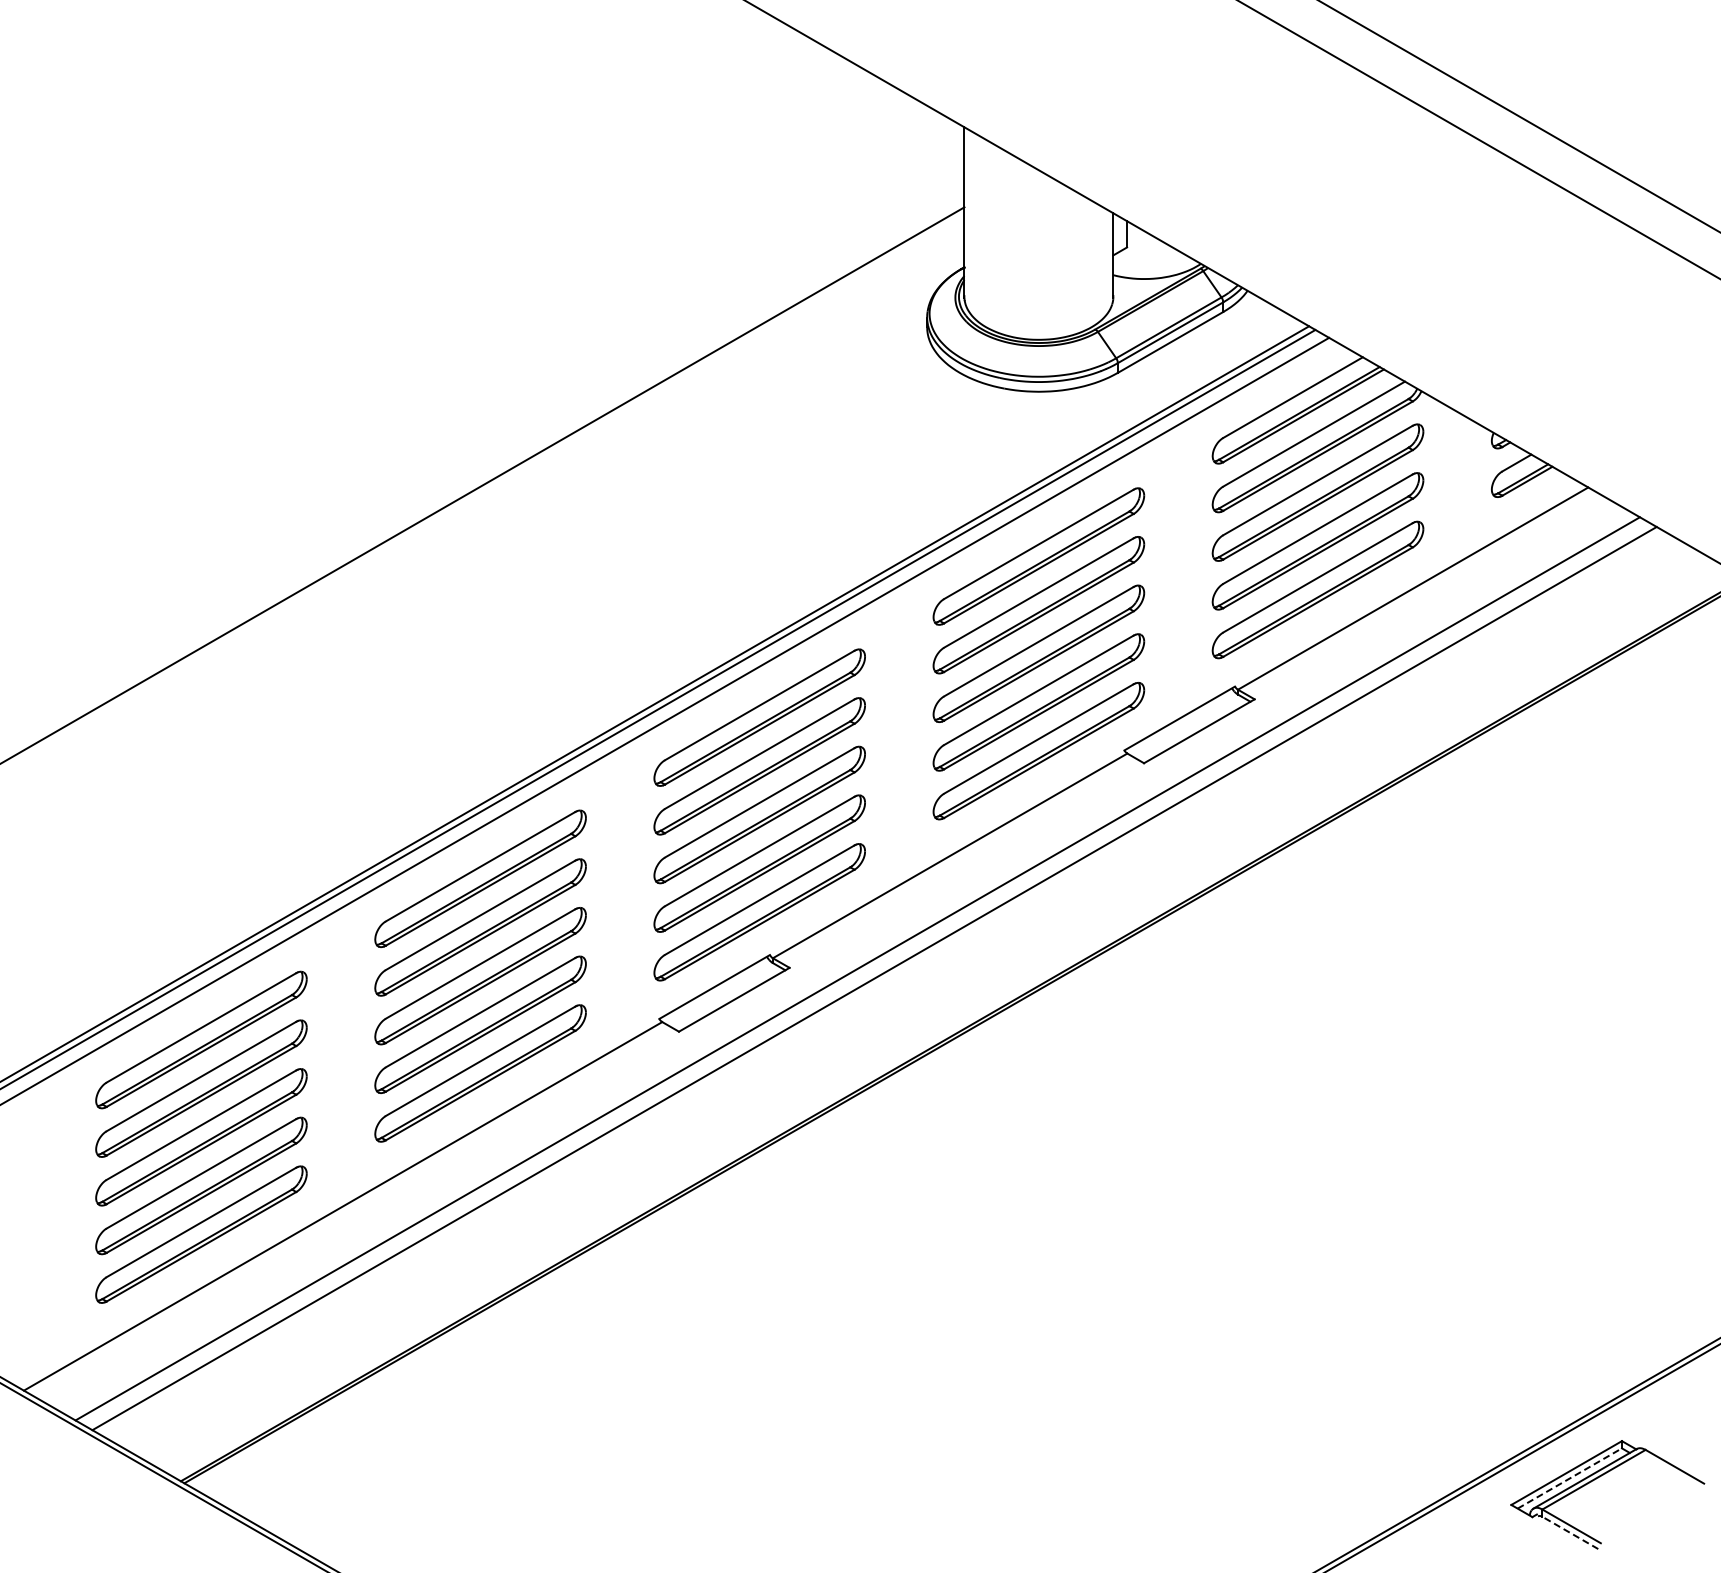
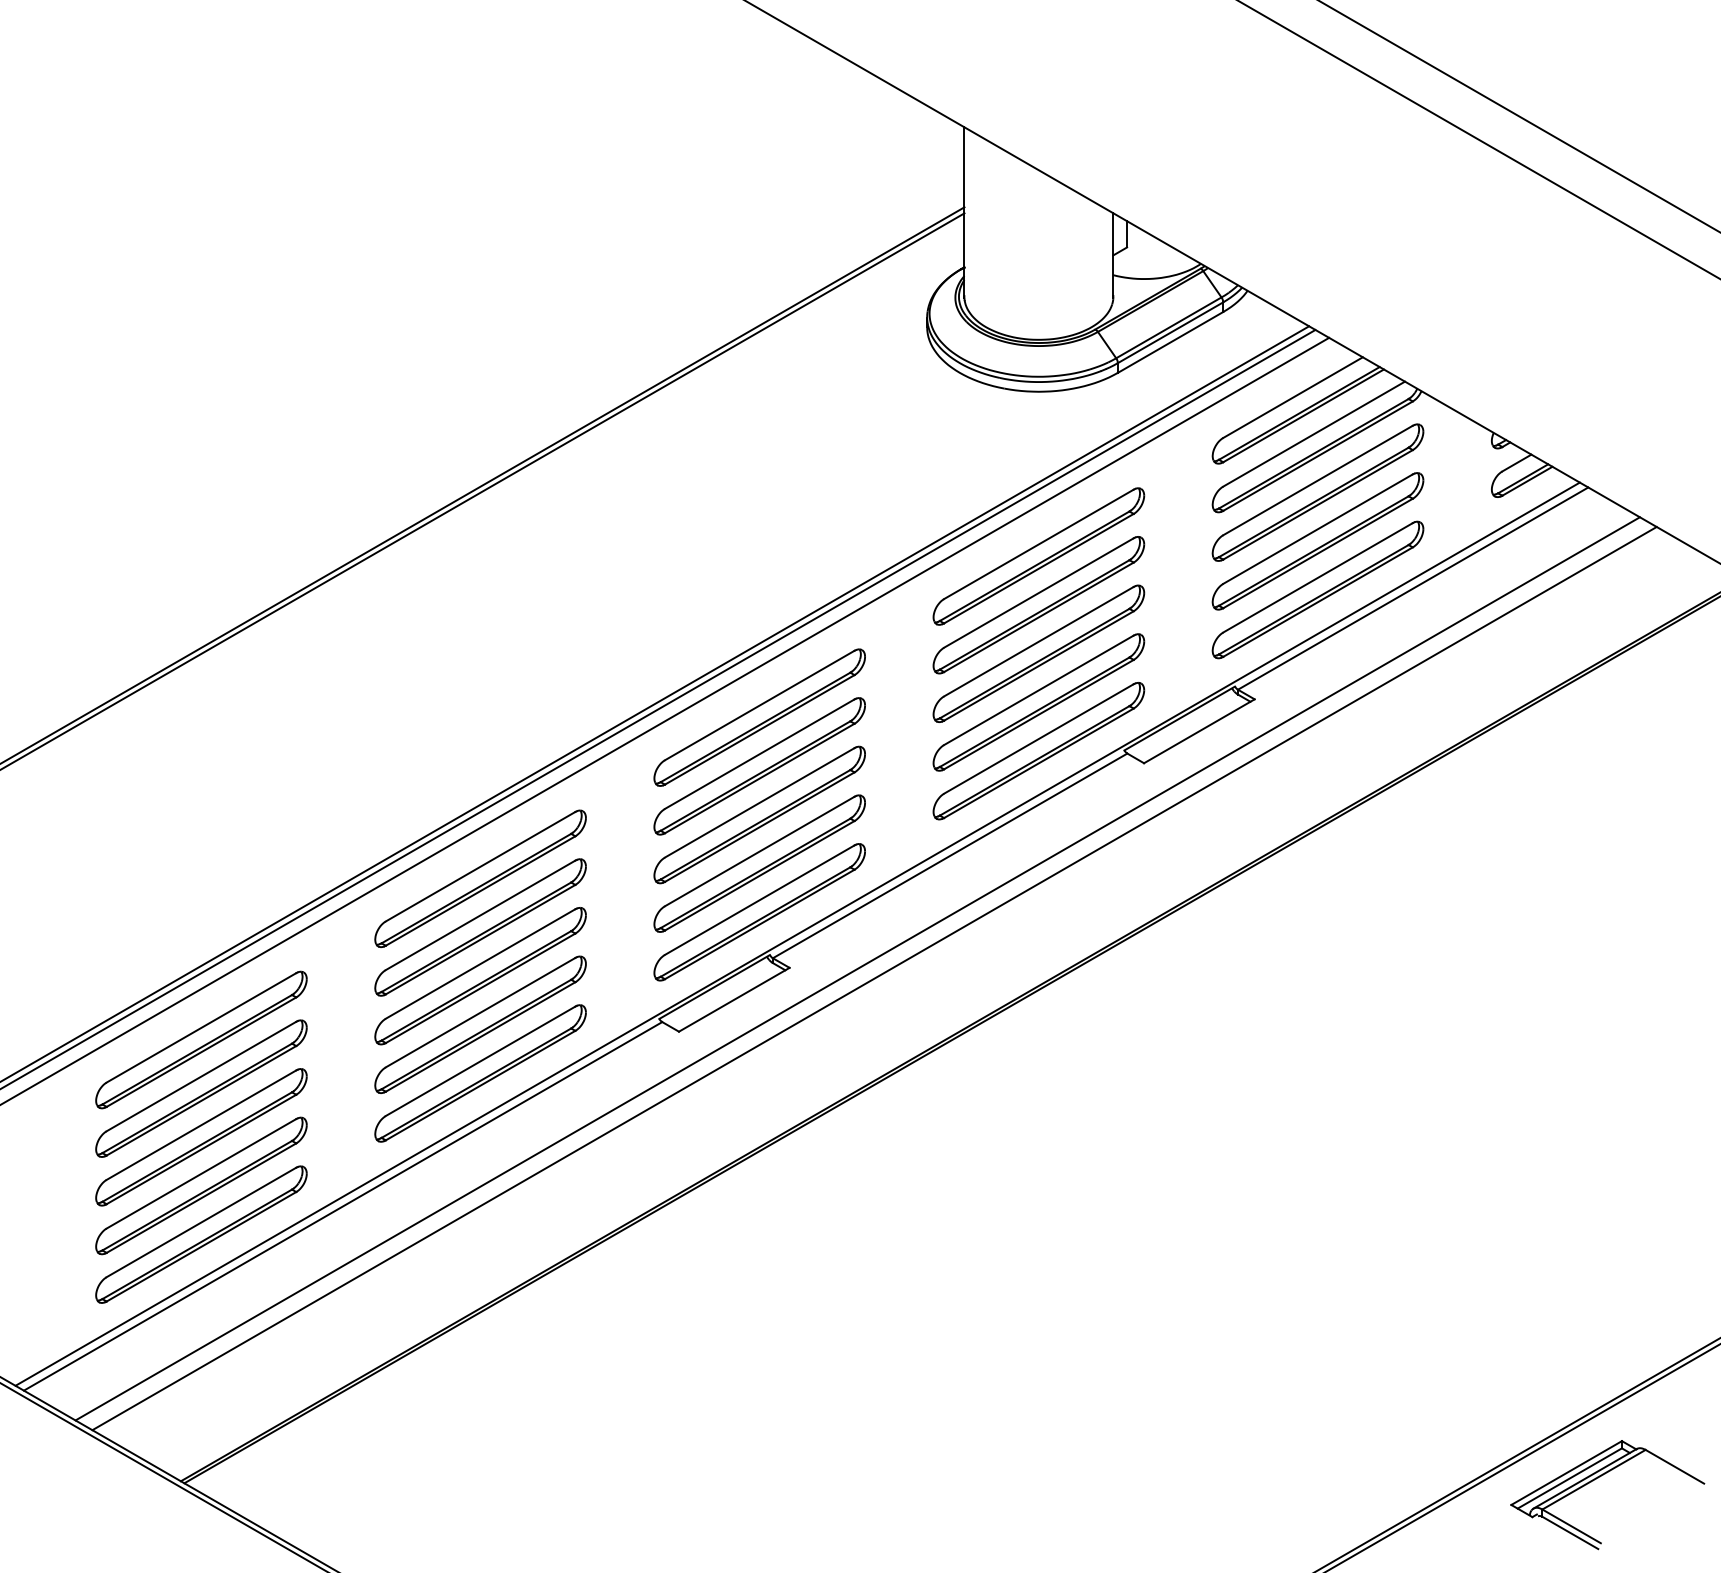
line at (483, 490): none -> present
line at (797, 933): none -> present
line at (1570, 1478): dashed -> solid
line at (1569, 1532): dashed -> solid
